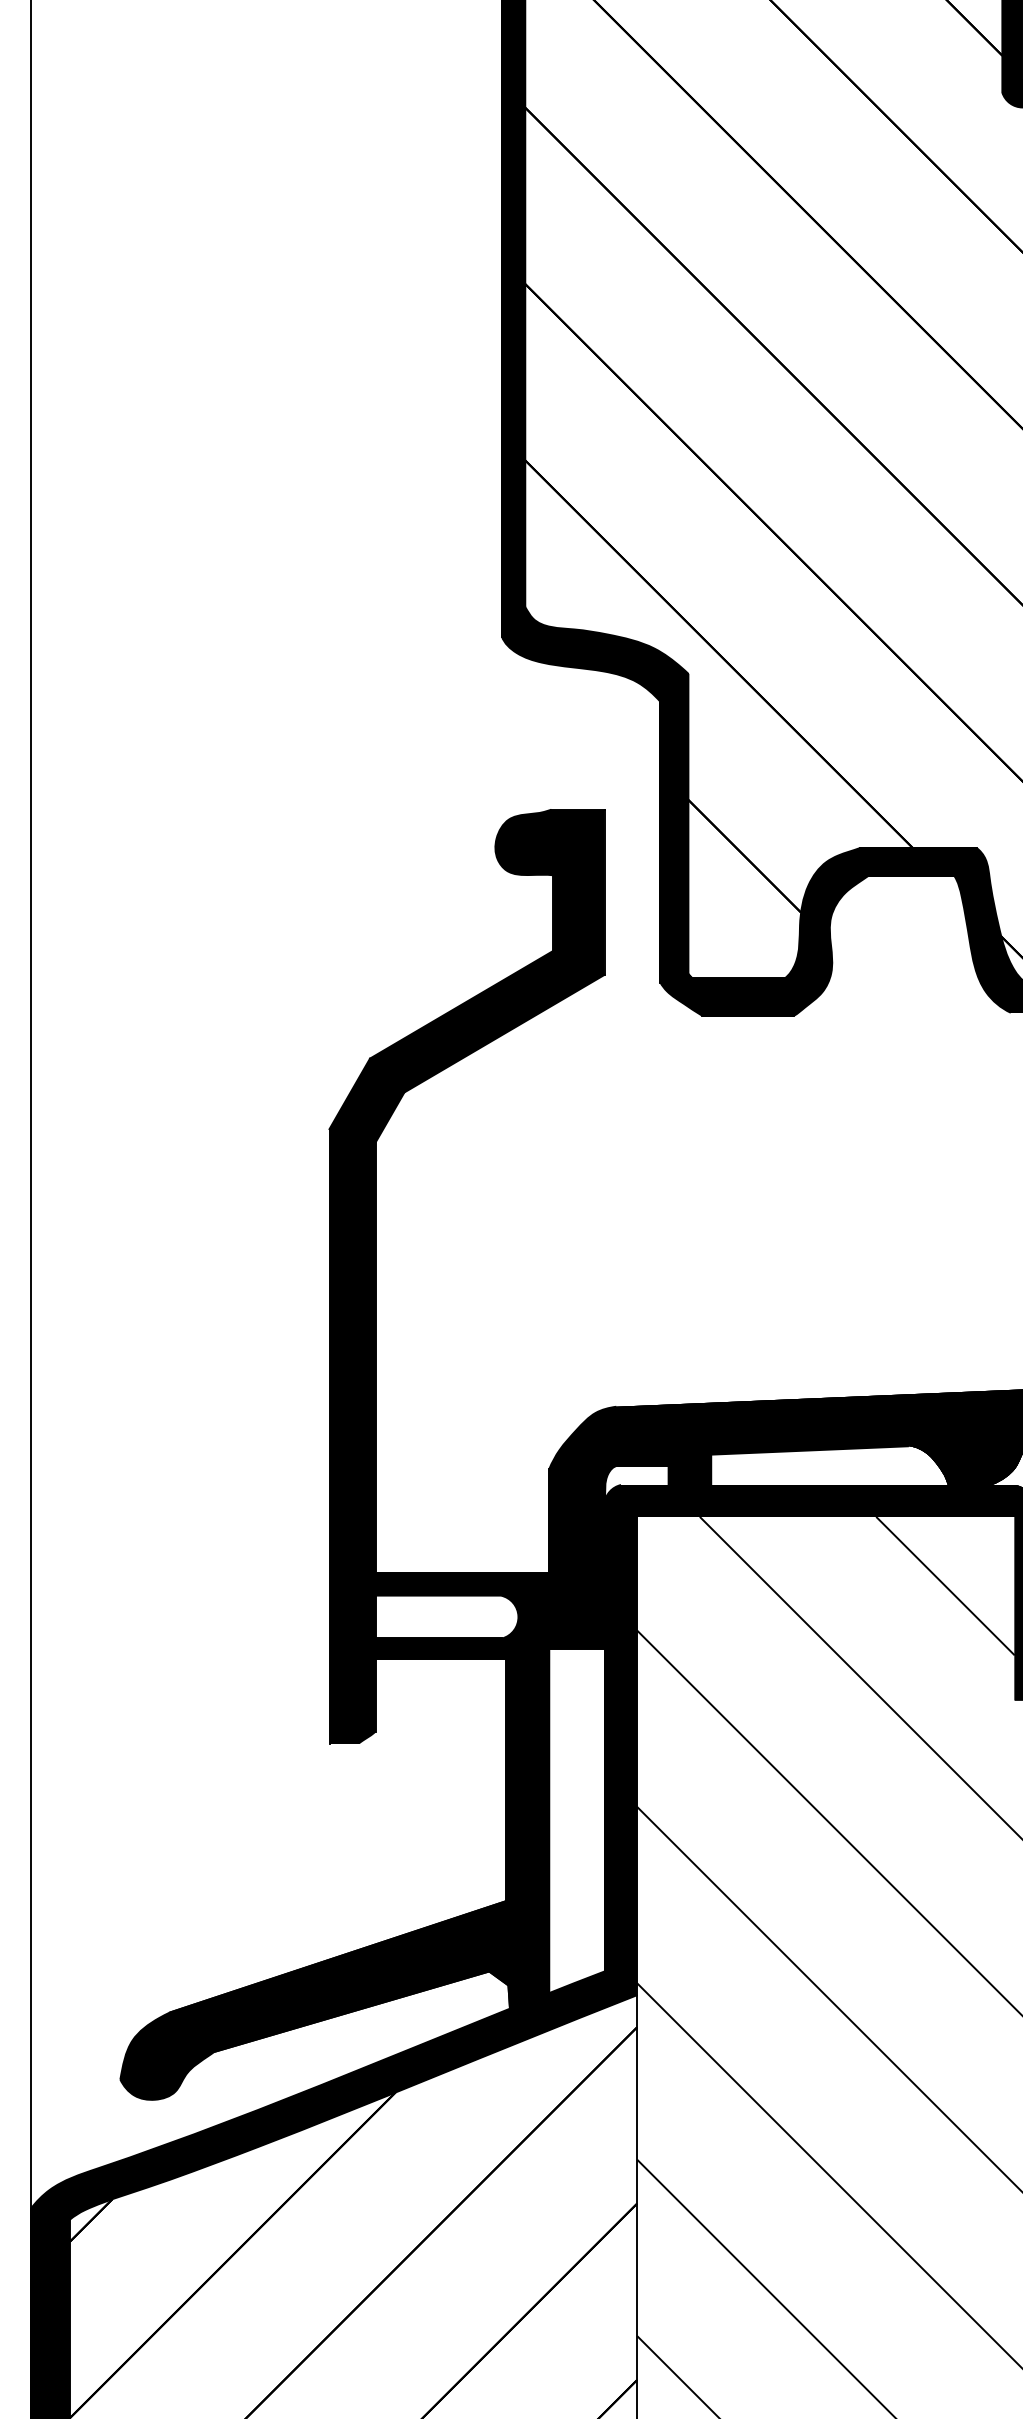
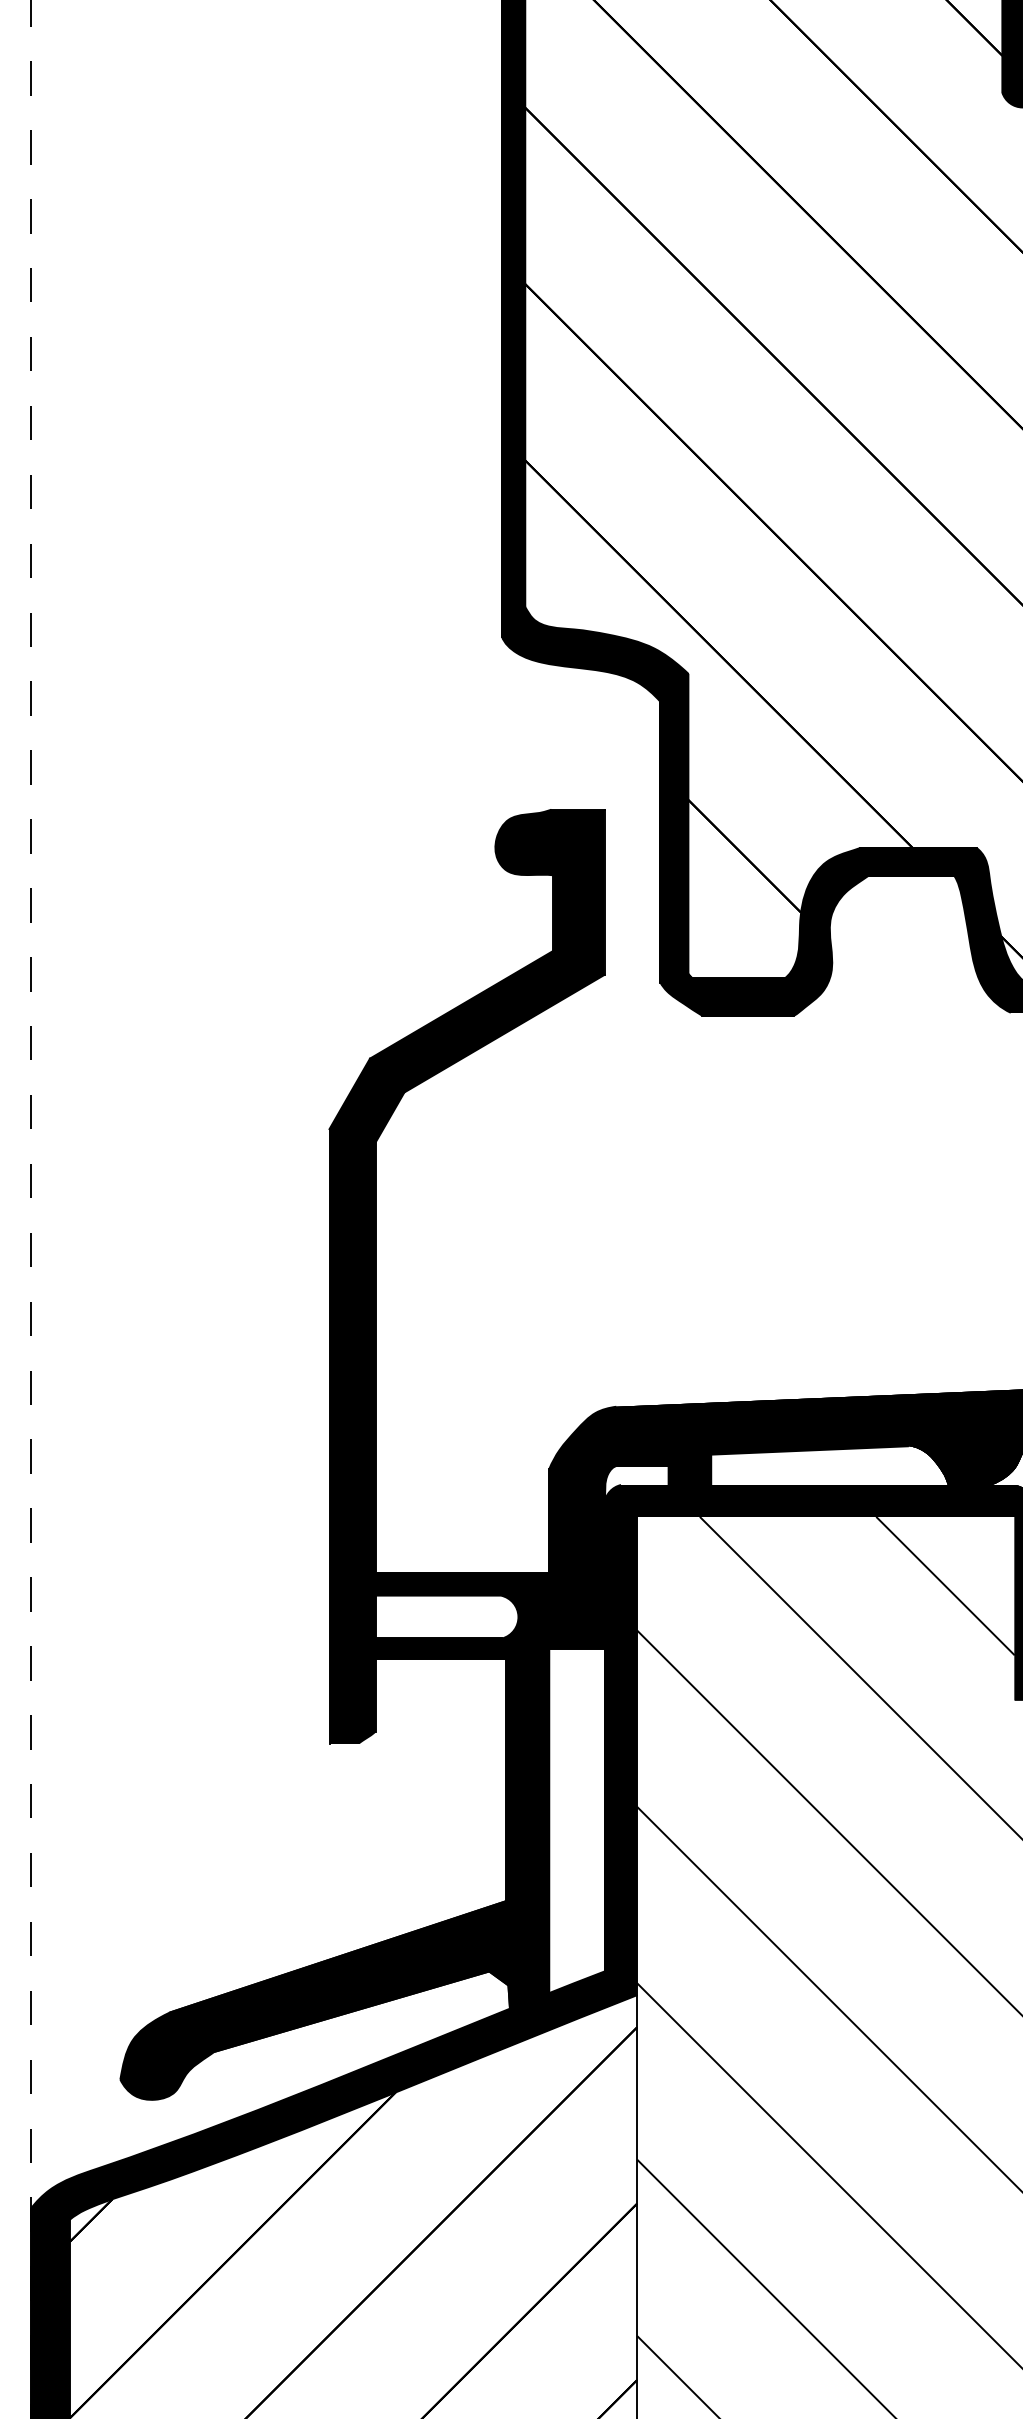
line at (30, 1209): solid -> dashed
